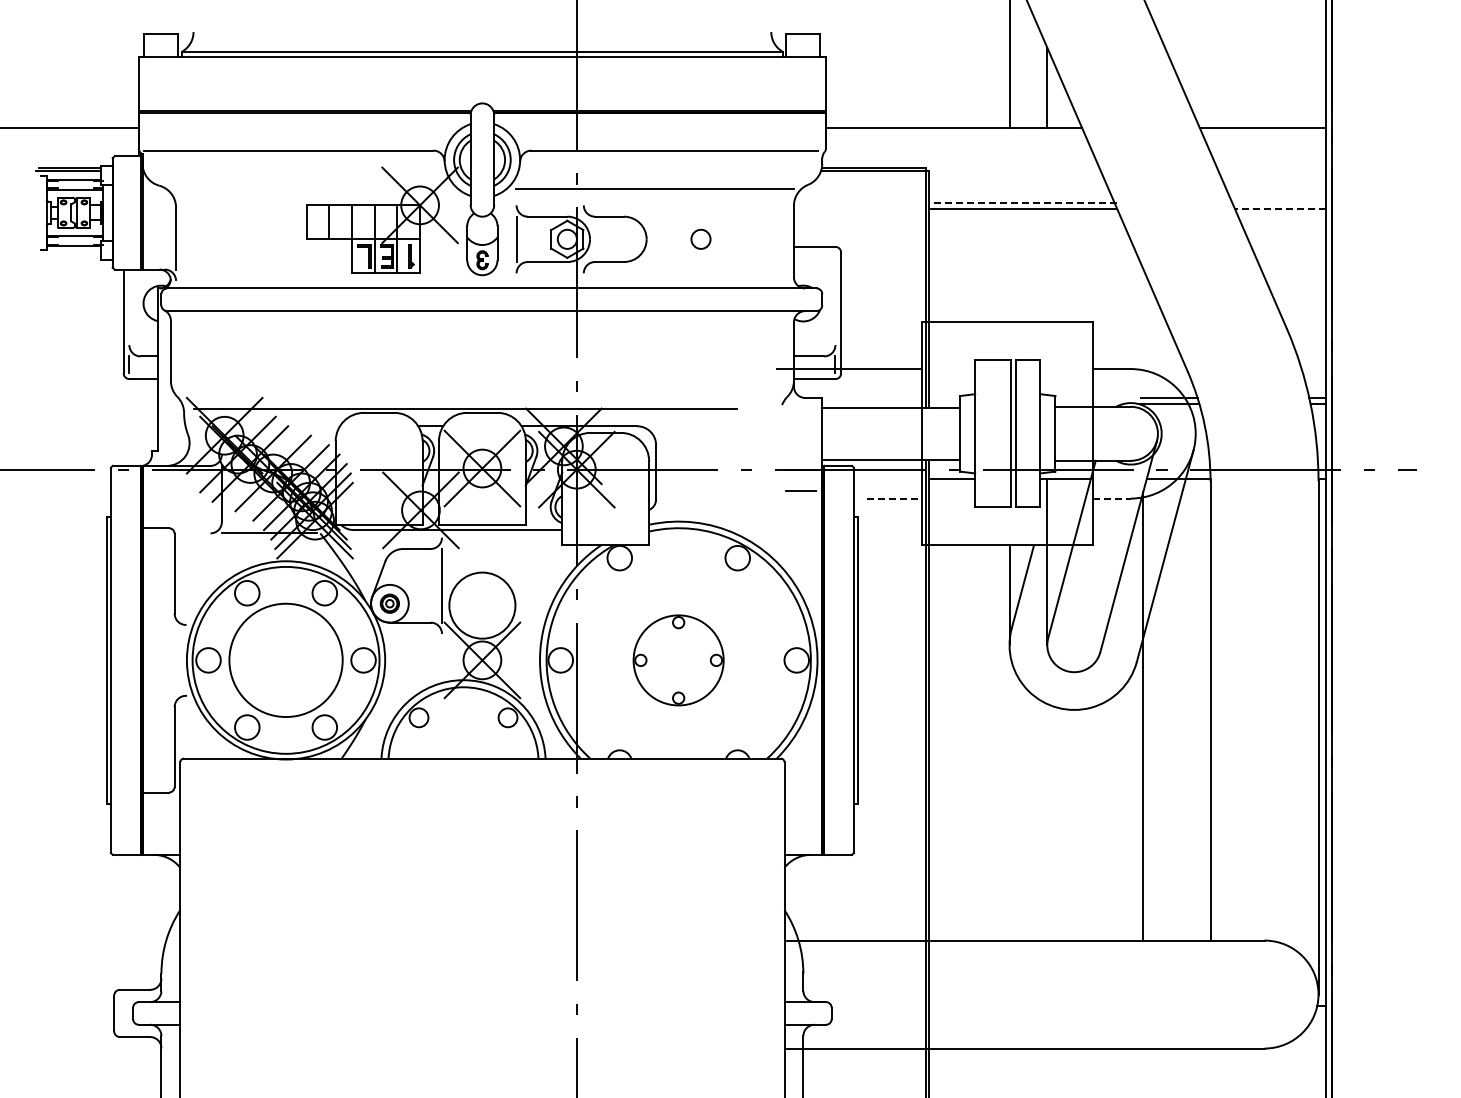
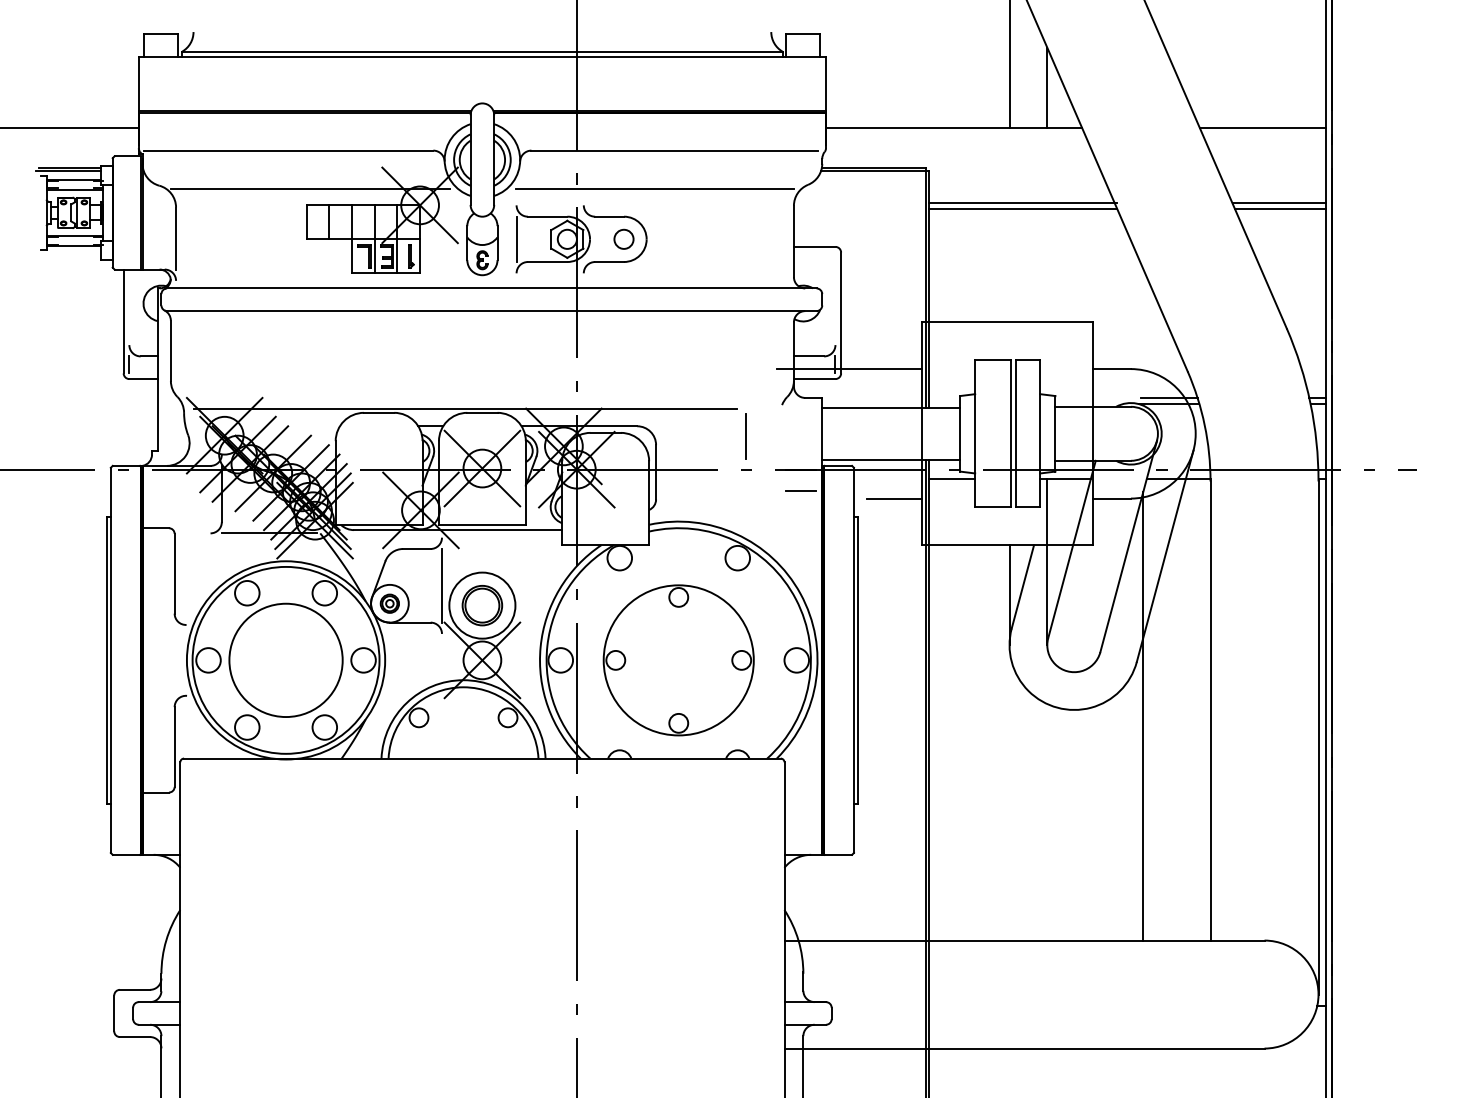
line at (310, 189): none -> present
line at (1022, 203): dashed -> solid
line at (1279, 203): none -> present
line at (1280, 209): dashed -> solid
circle at (700, 238) position: (700, 238) -> (623, 238)
line at (745, 436): none -> present
line at (894, 498): dashed -> solid
line at (1112, 498): dashed -> solid
part at (482, 605): none -> present
part at (678, 660) size: 93x93 px -> 153x153 px
